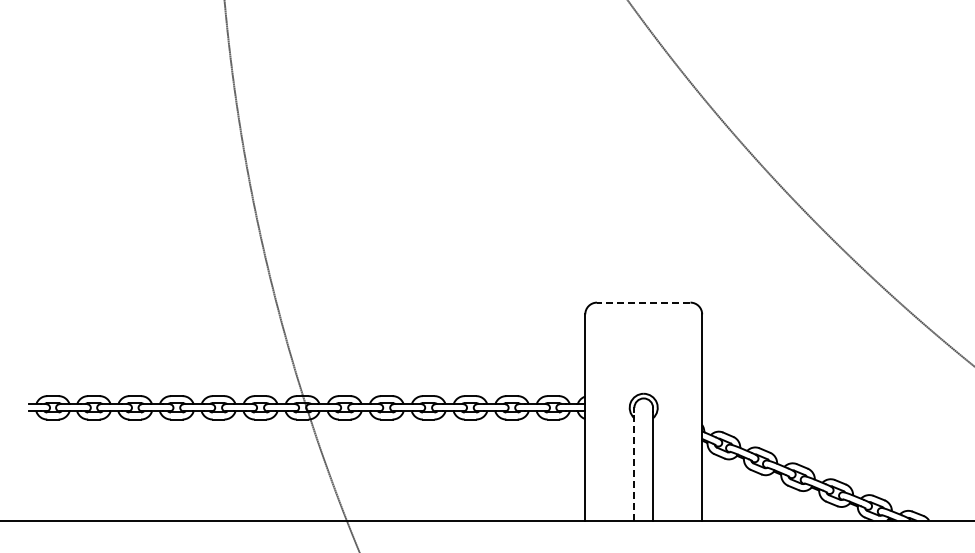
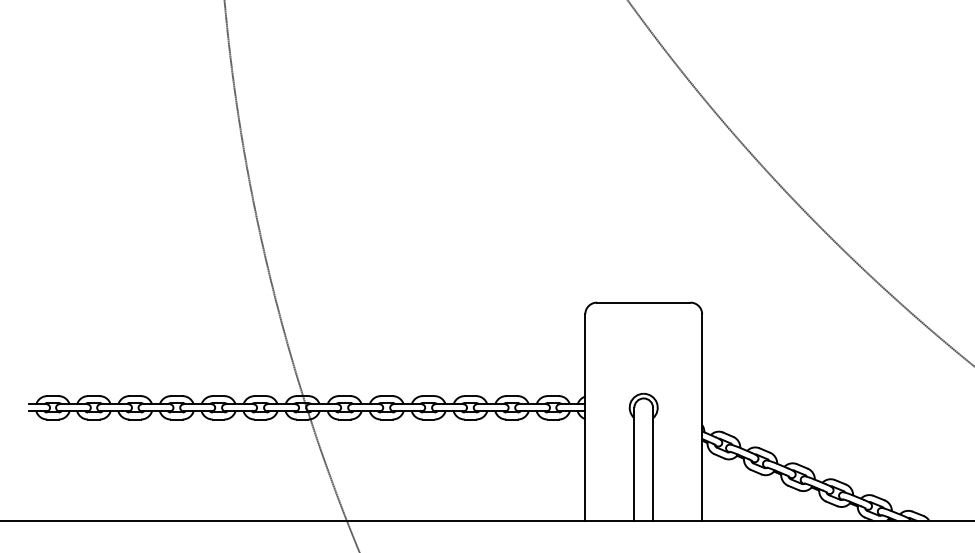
line at (643, 302): dashed -> solid
line at (634, 465): dashed -> solid
